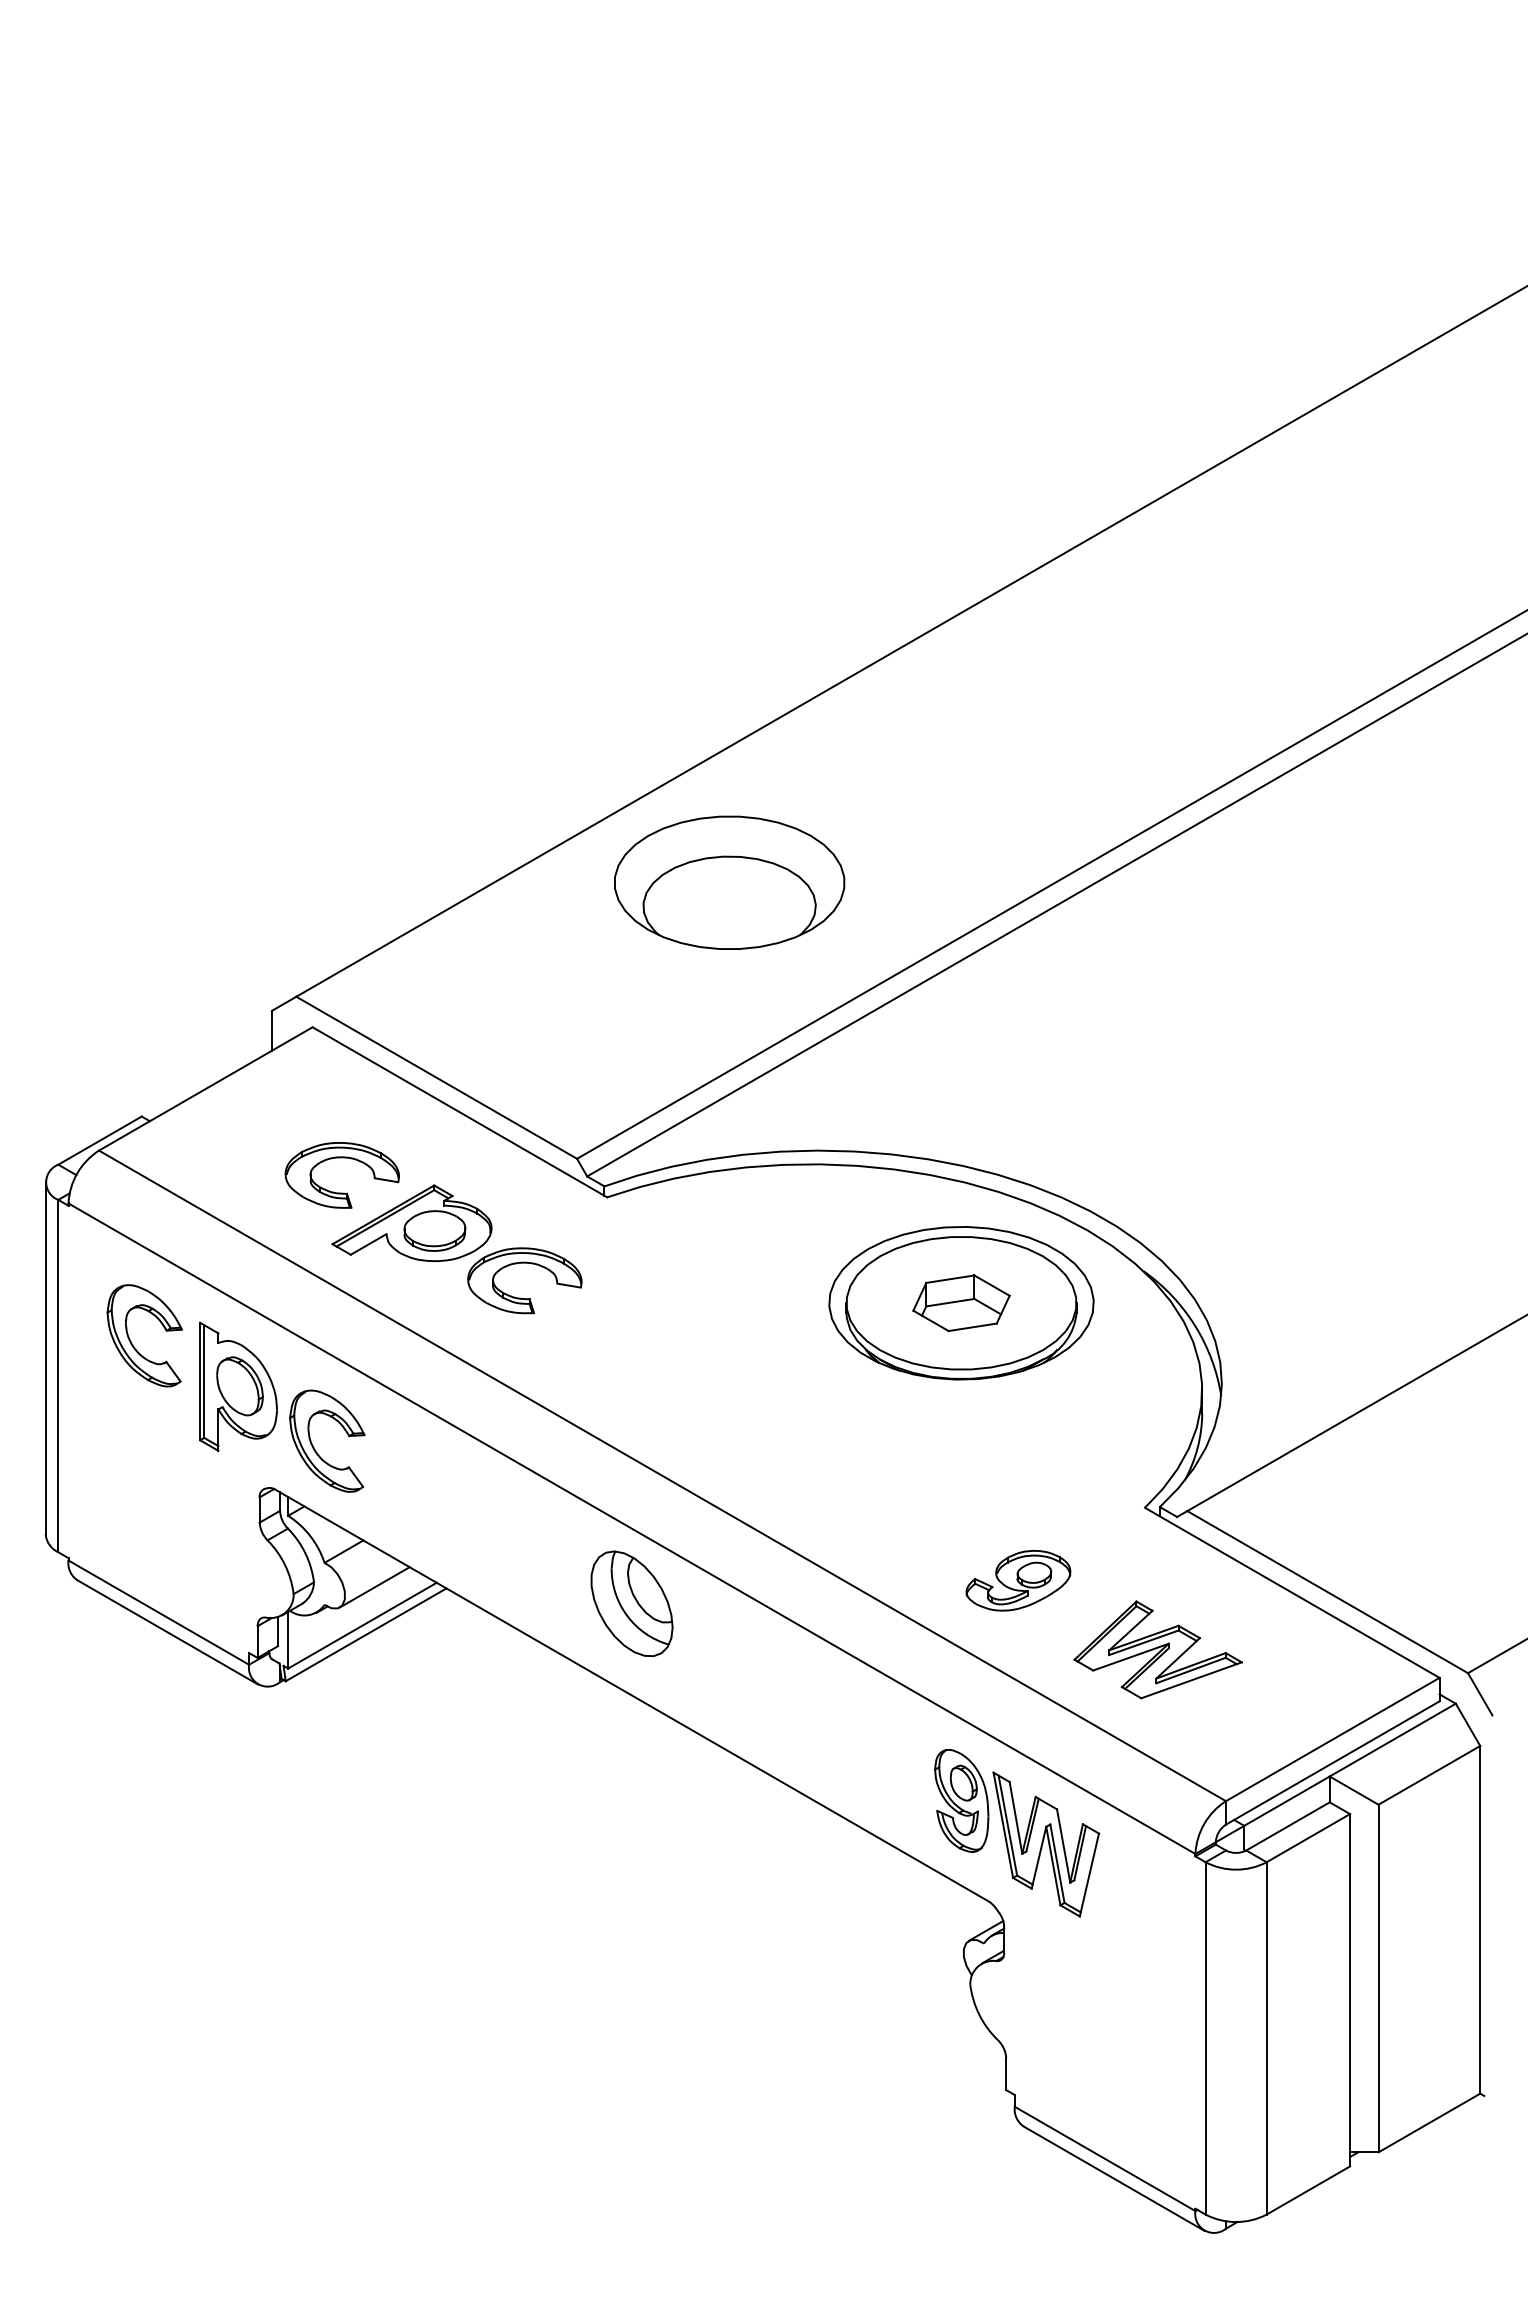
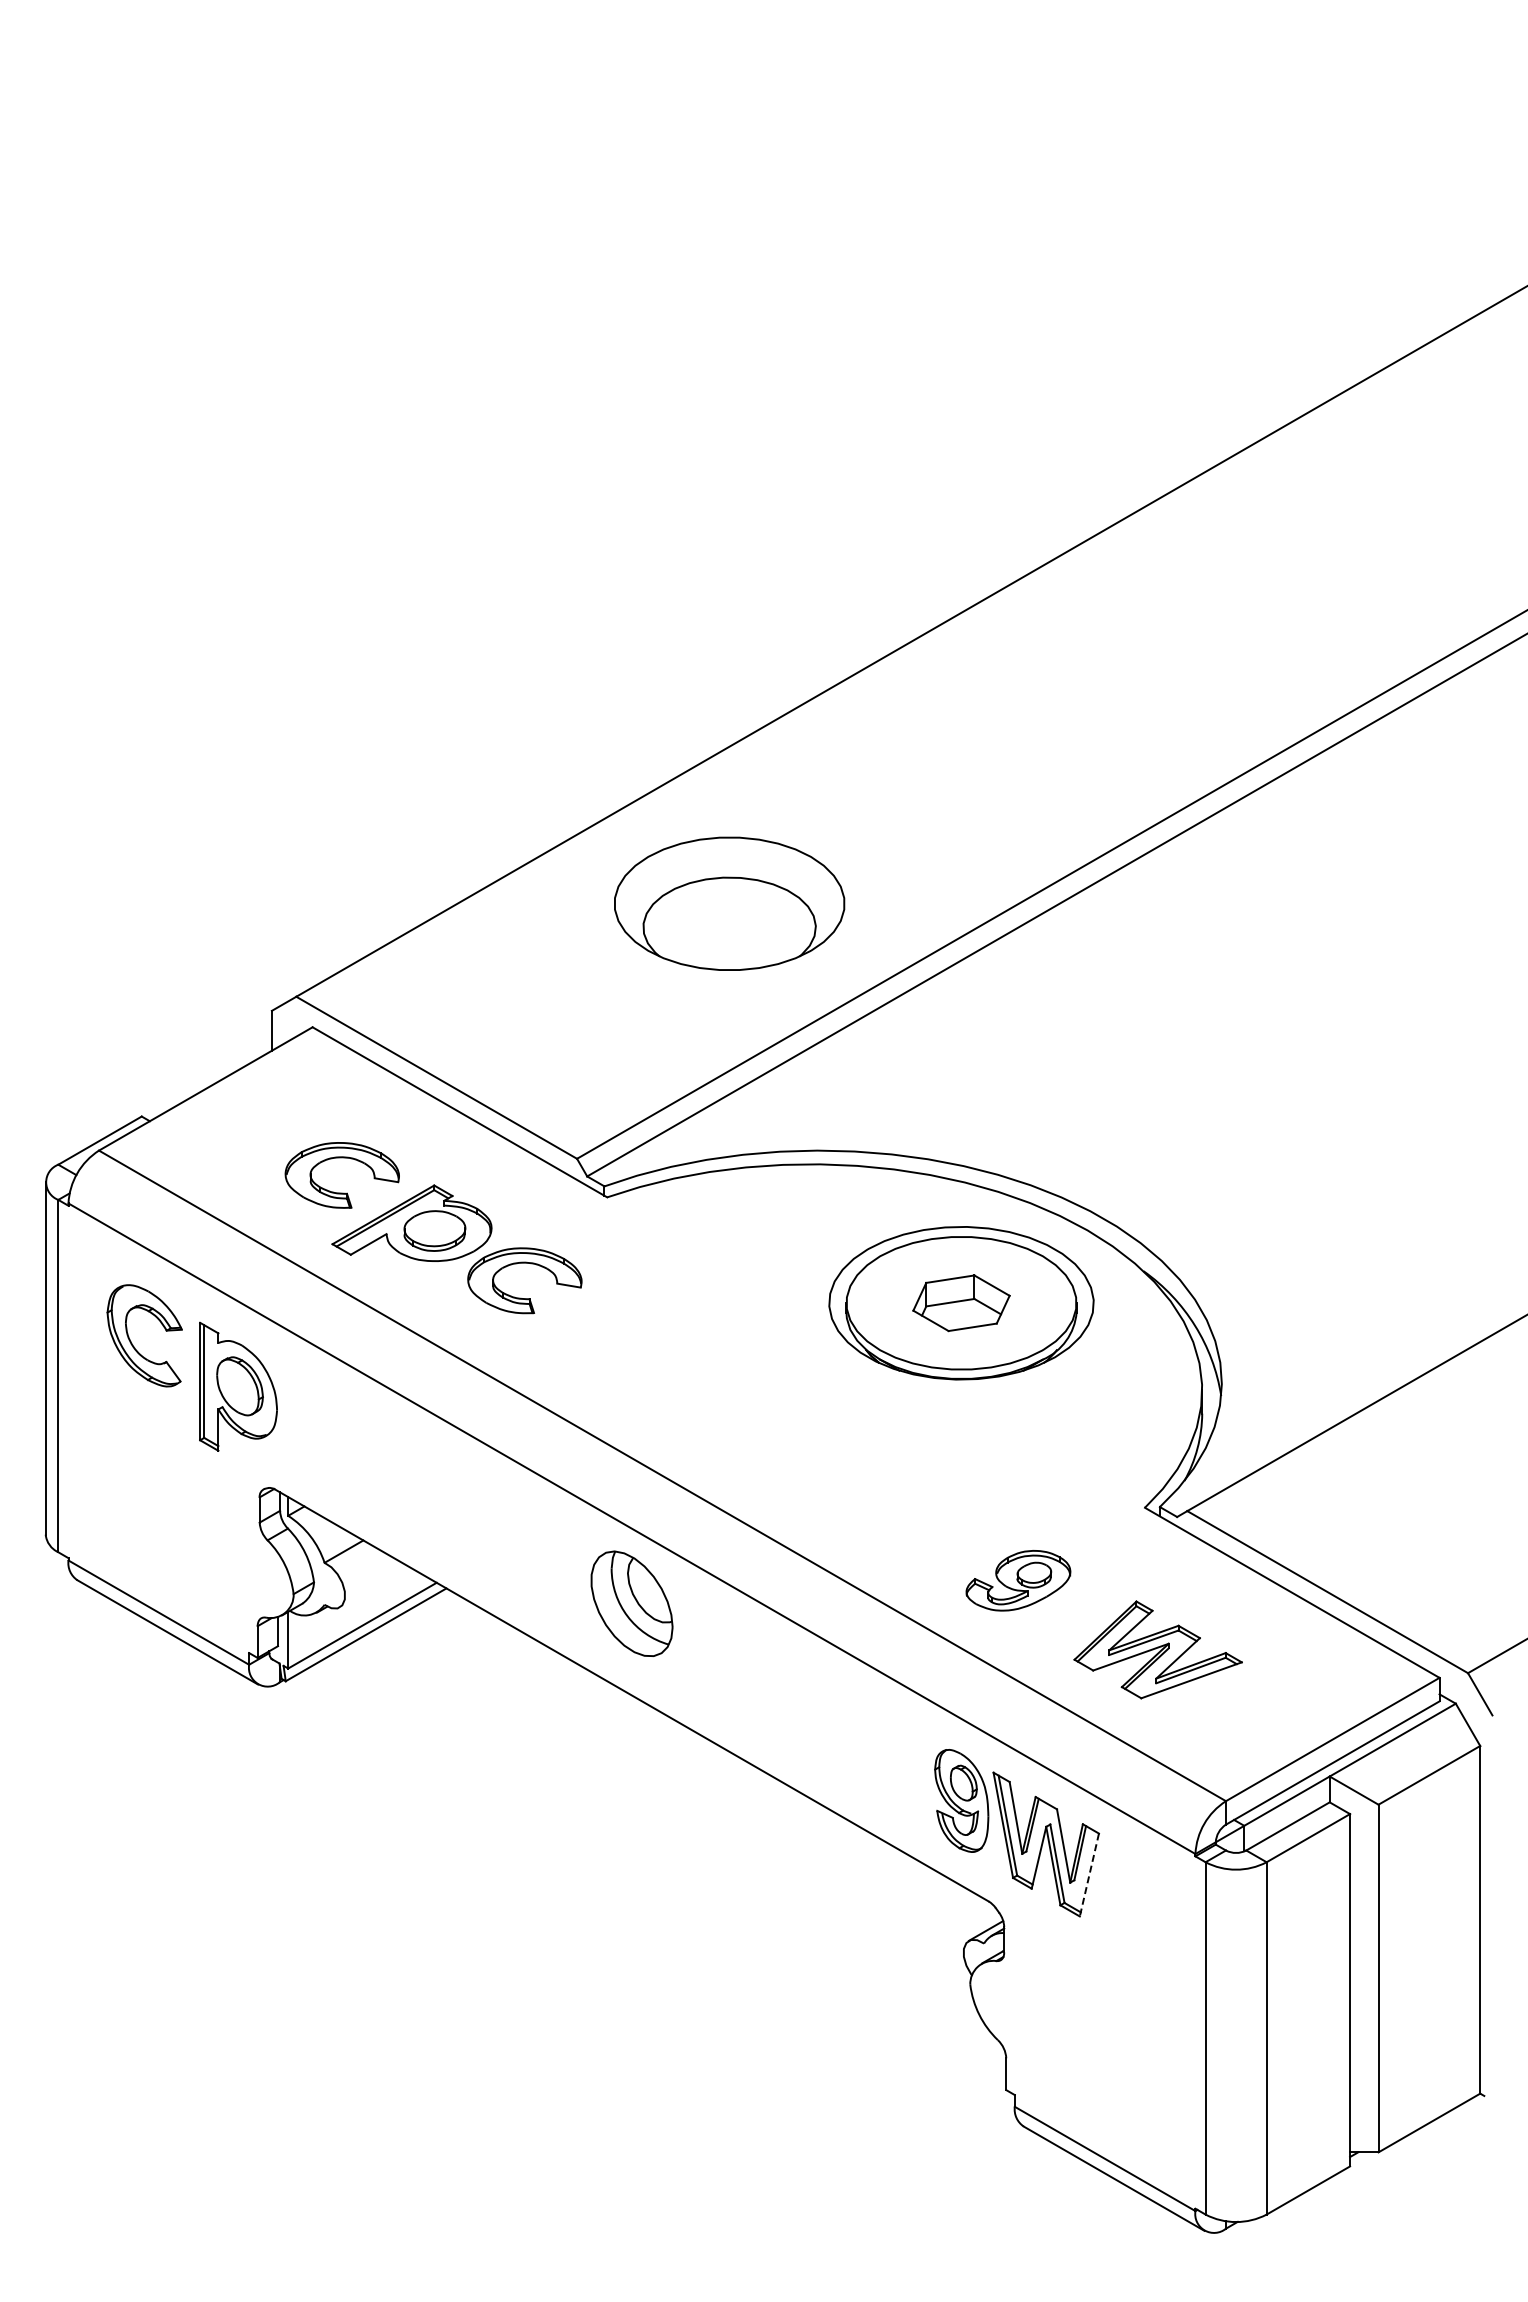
part at (729, 882) position: (729, 882) -> (729, 903)
part at (314, 1447): present -> none
line at (374, 1587): present -> none
line at (1089, 1875): solid -> dashed
